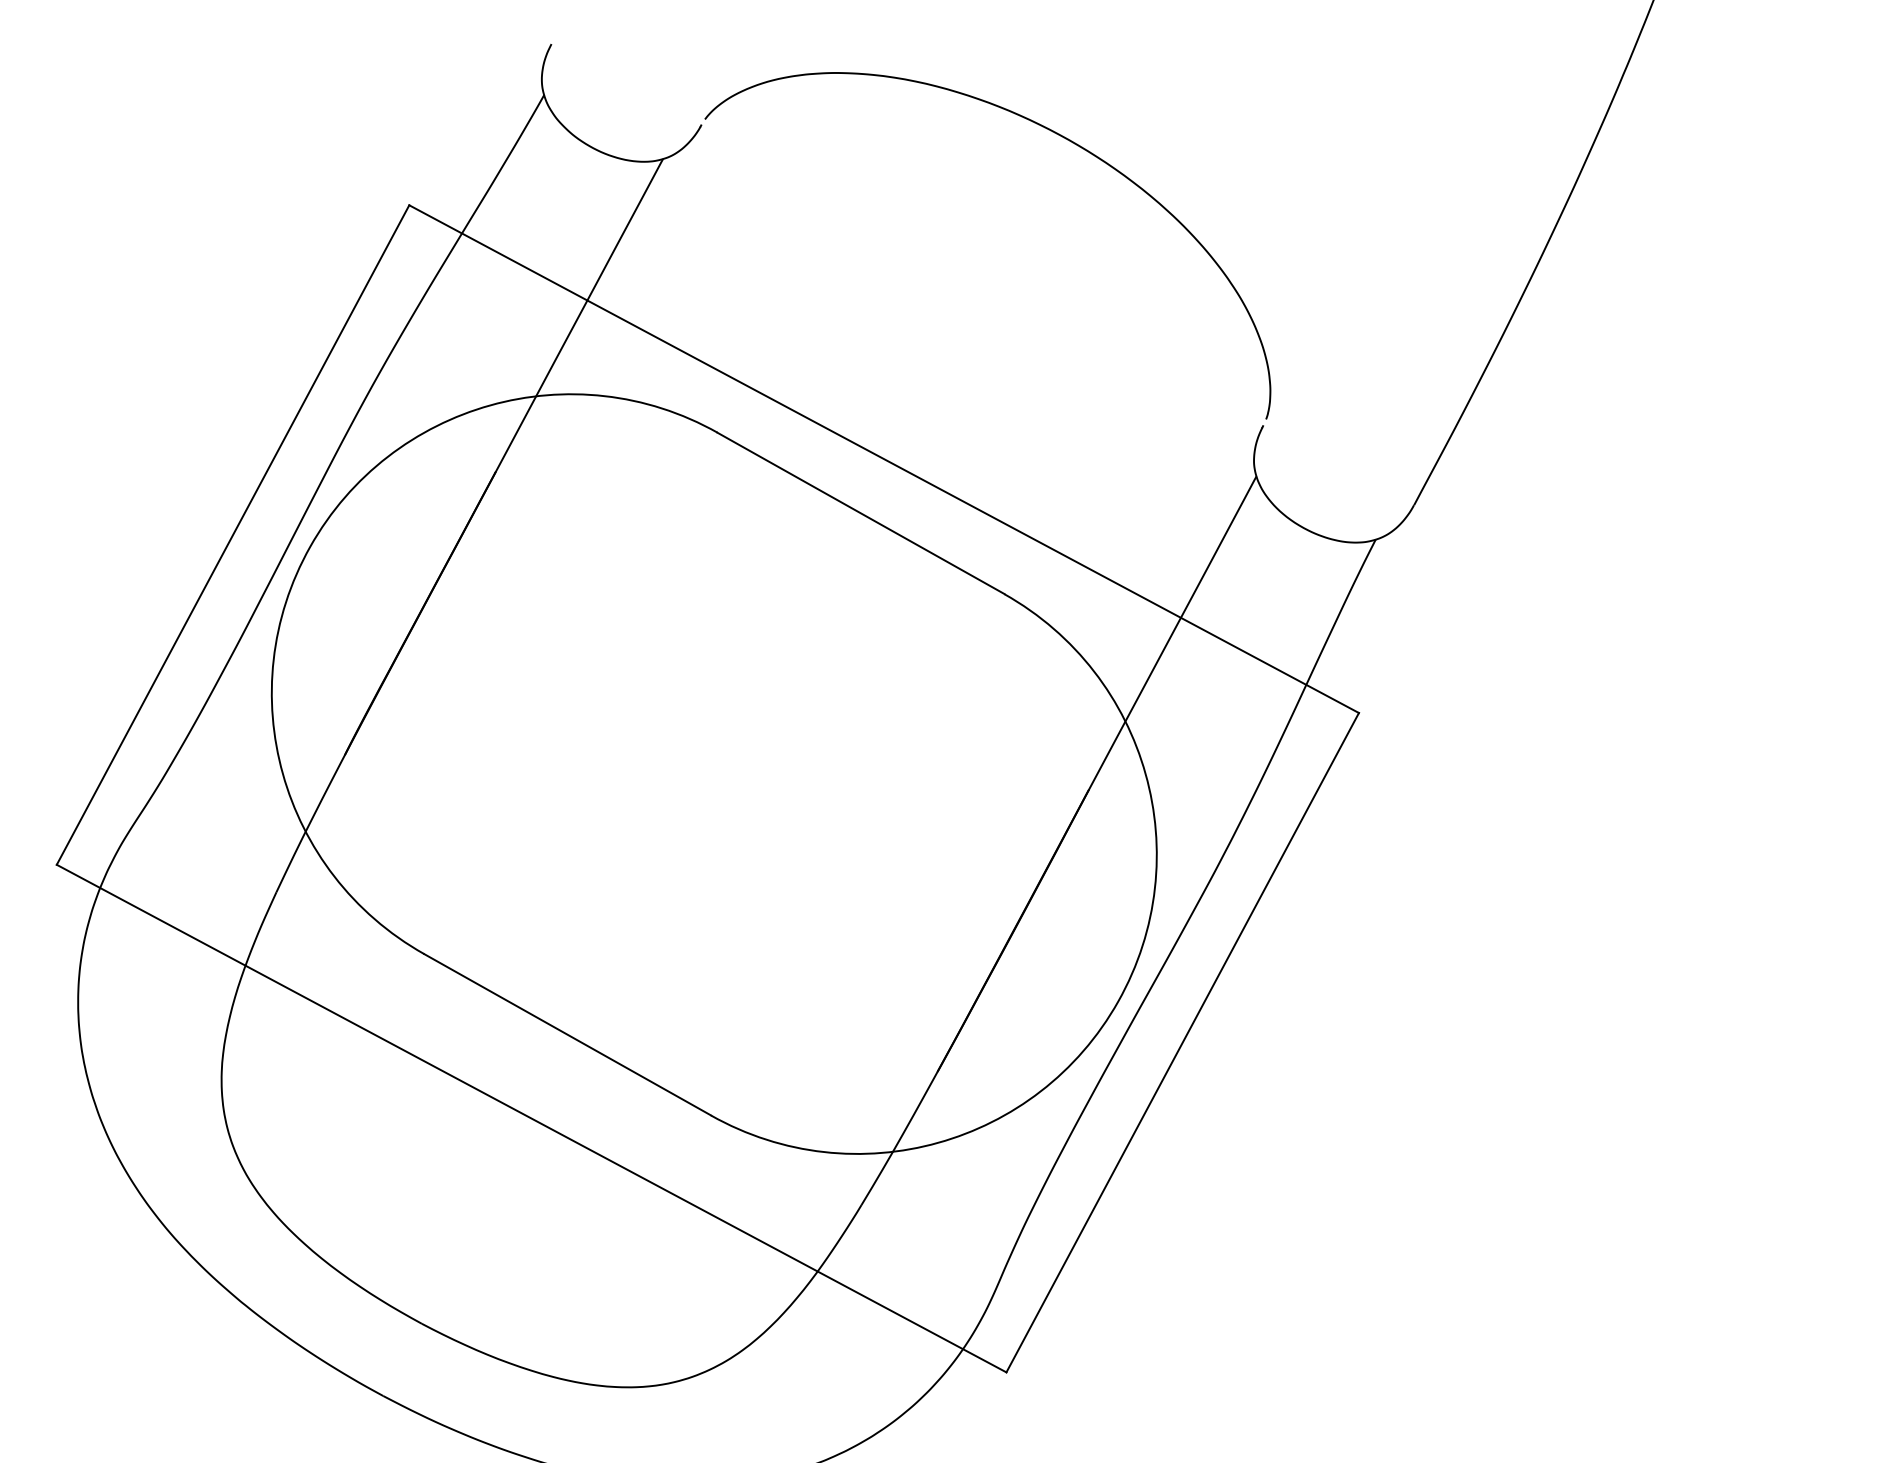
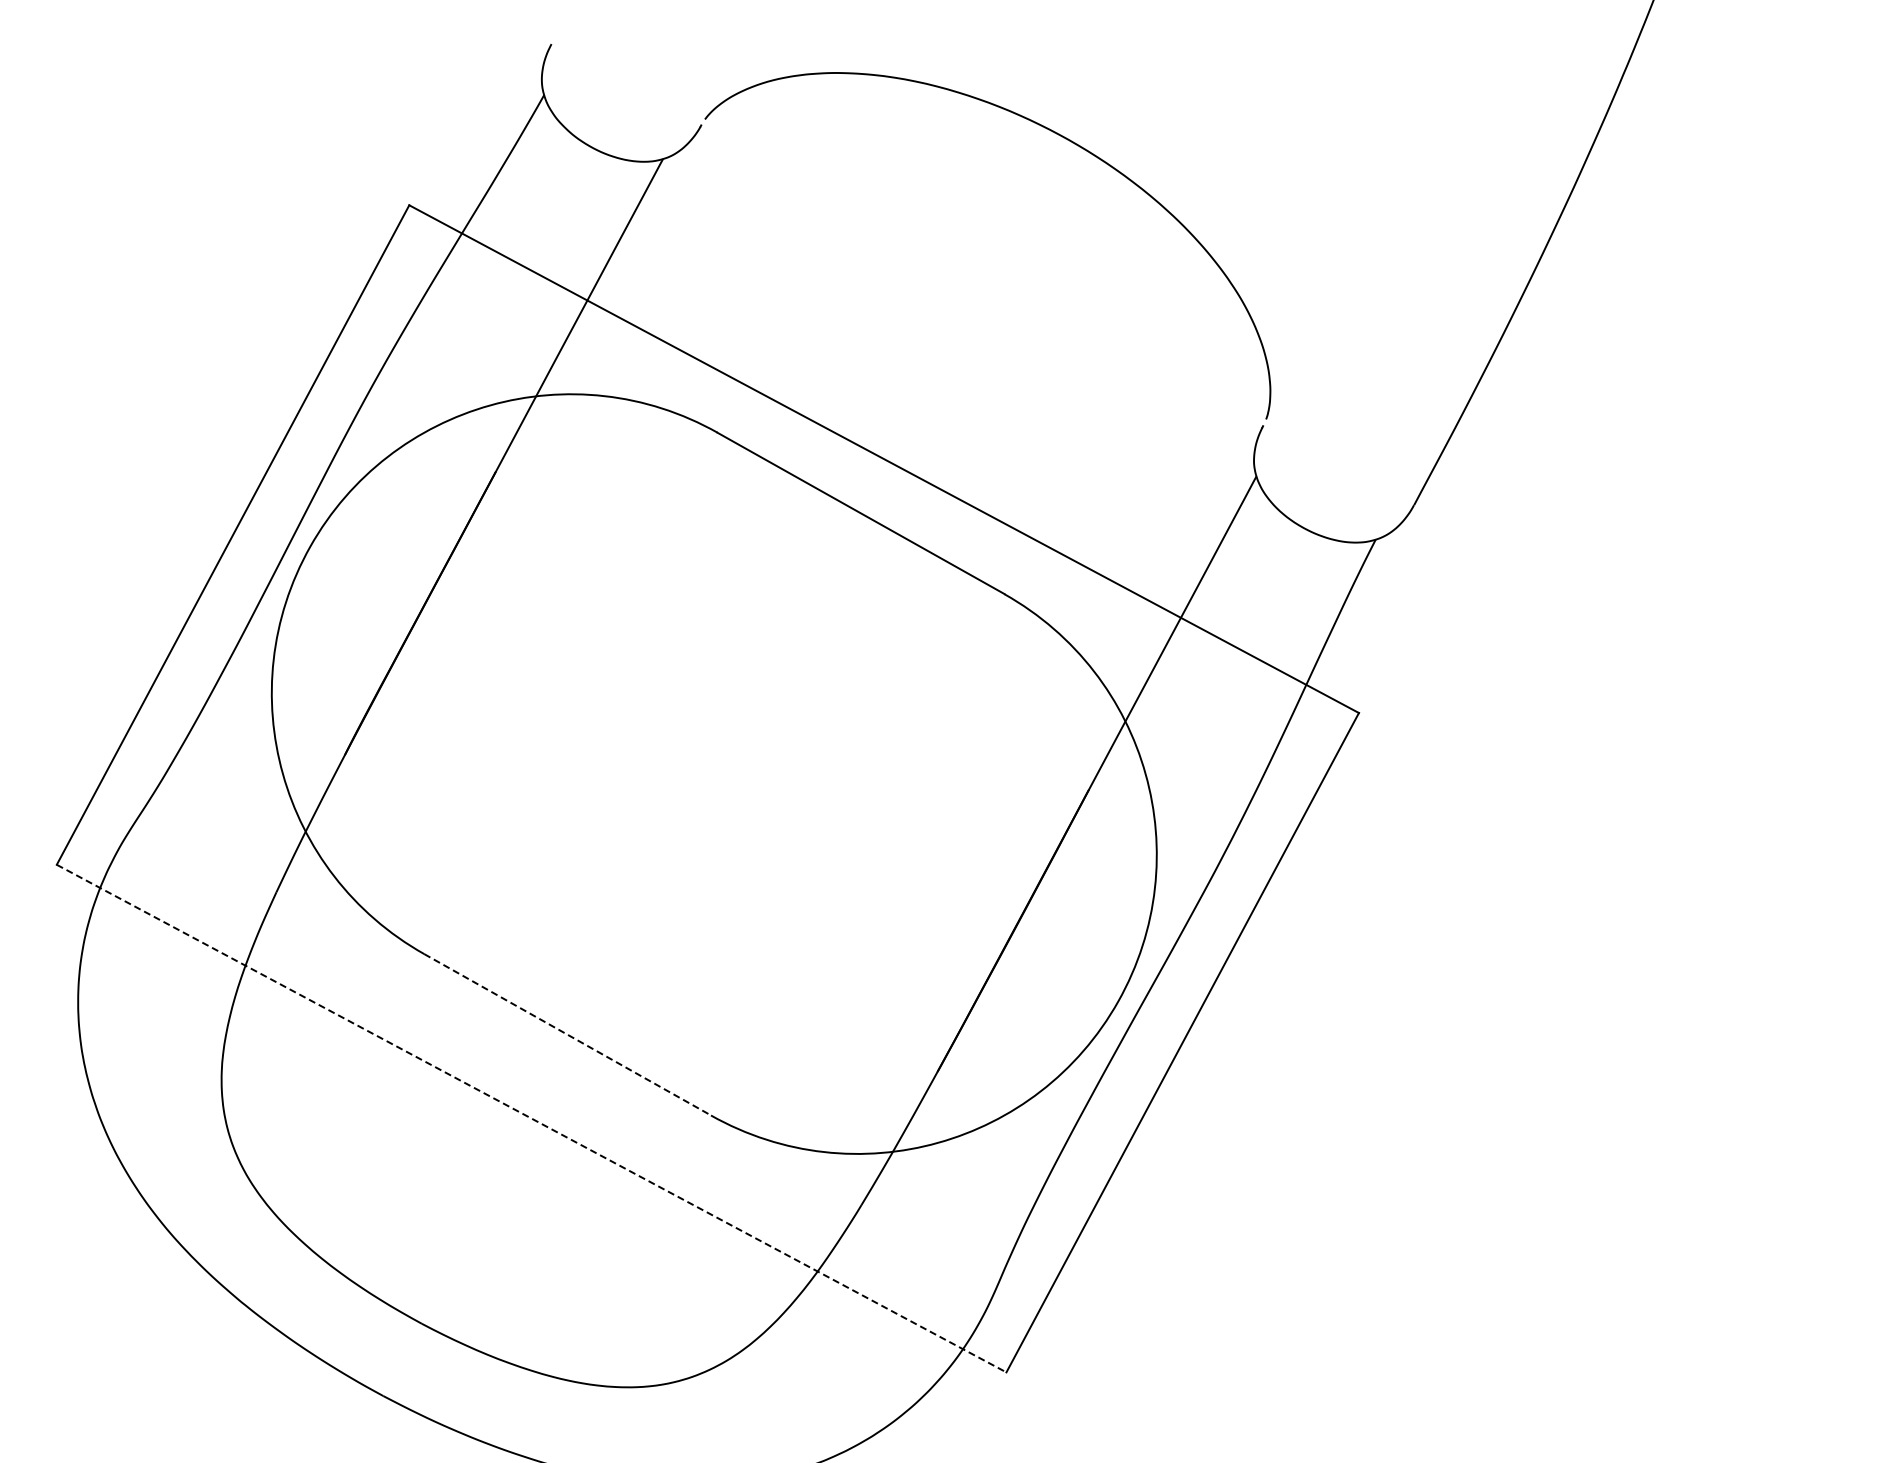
line at (567, 1034): solid -> dashed
line at (532, 1118): solid -> dashed
